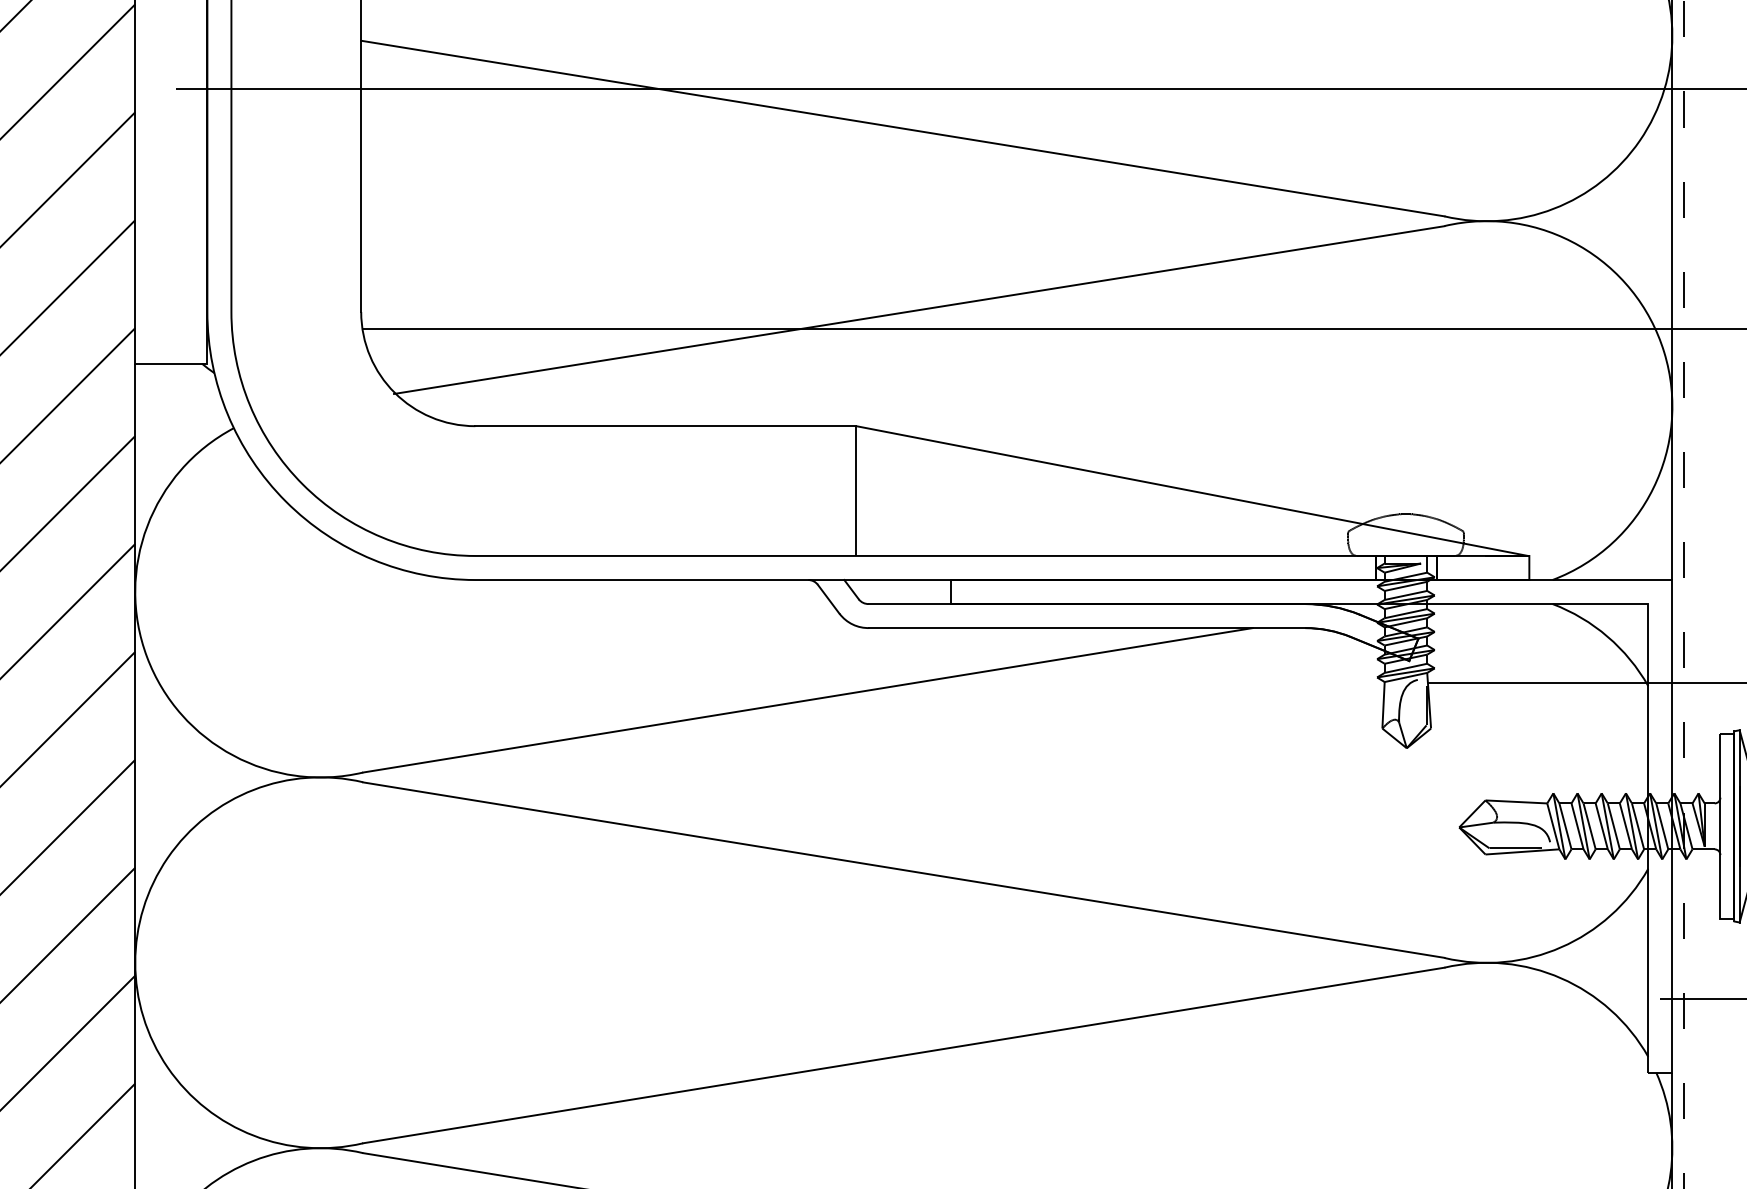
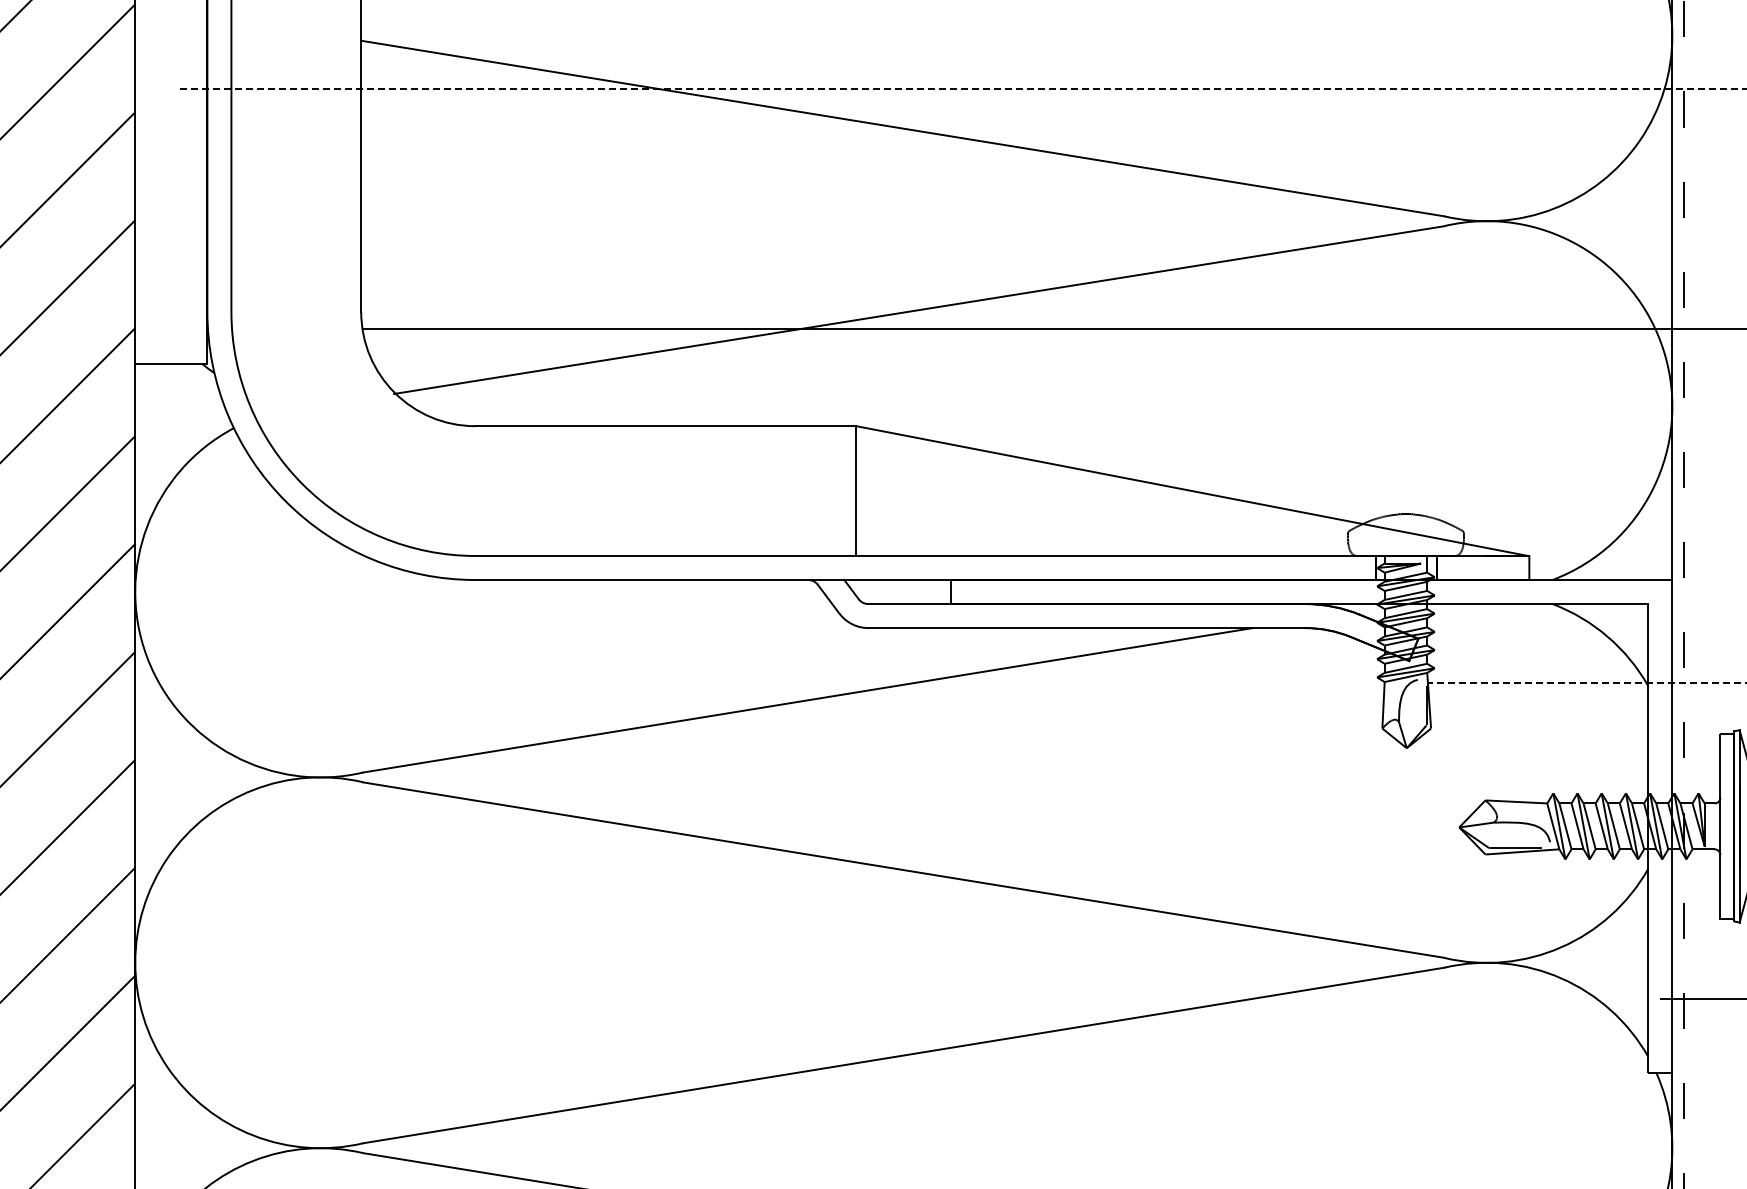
line at (960, 88): solid -> dashed
line at (1586, 682): solid -> dashed
